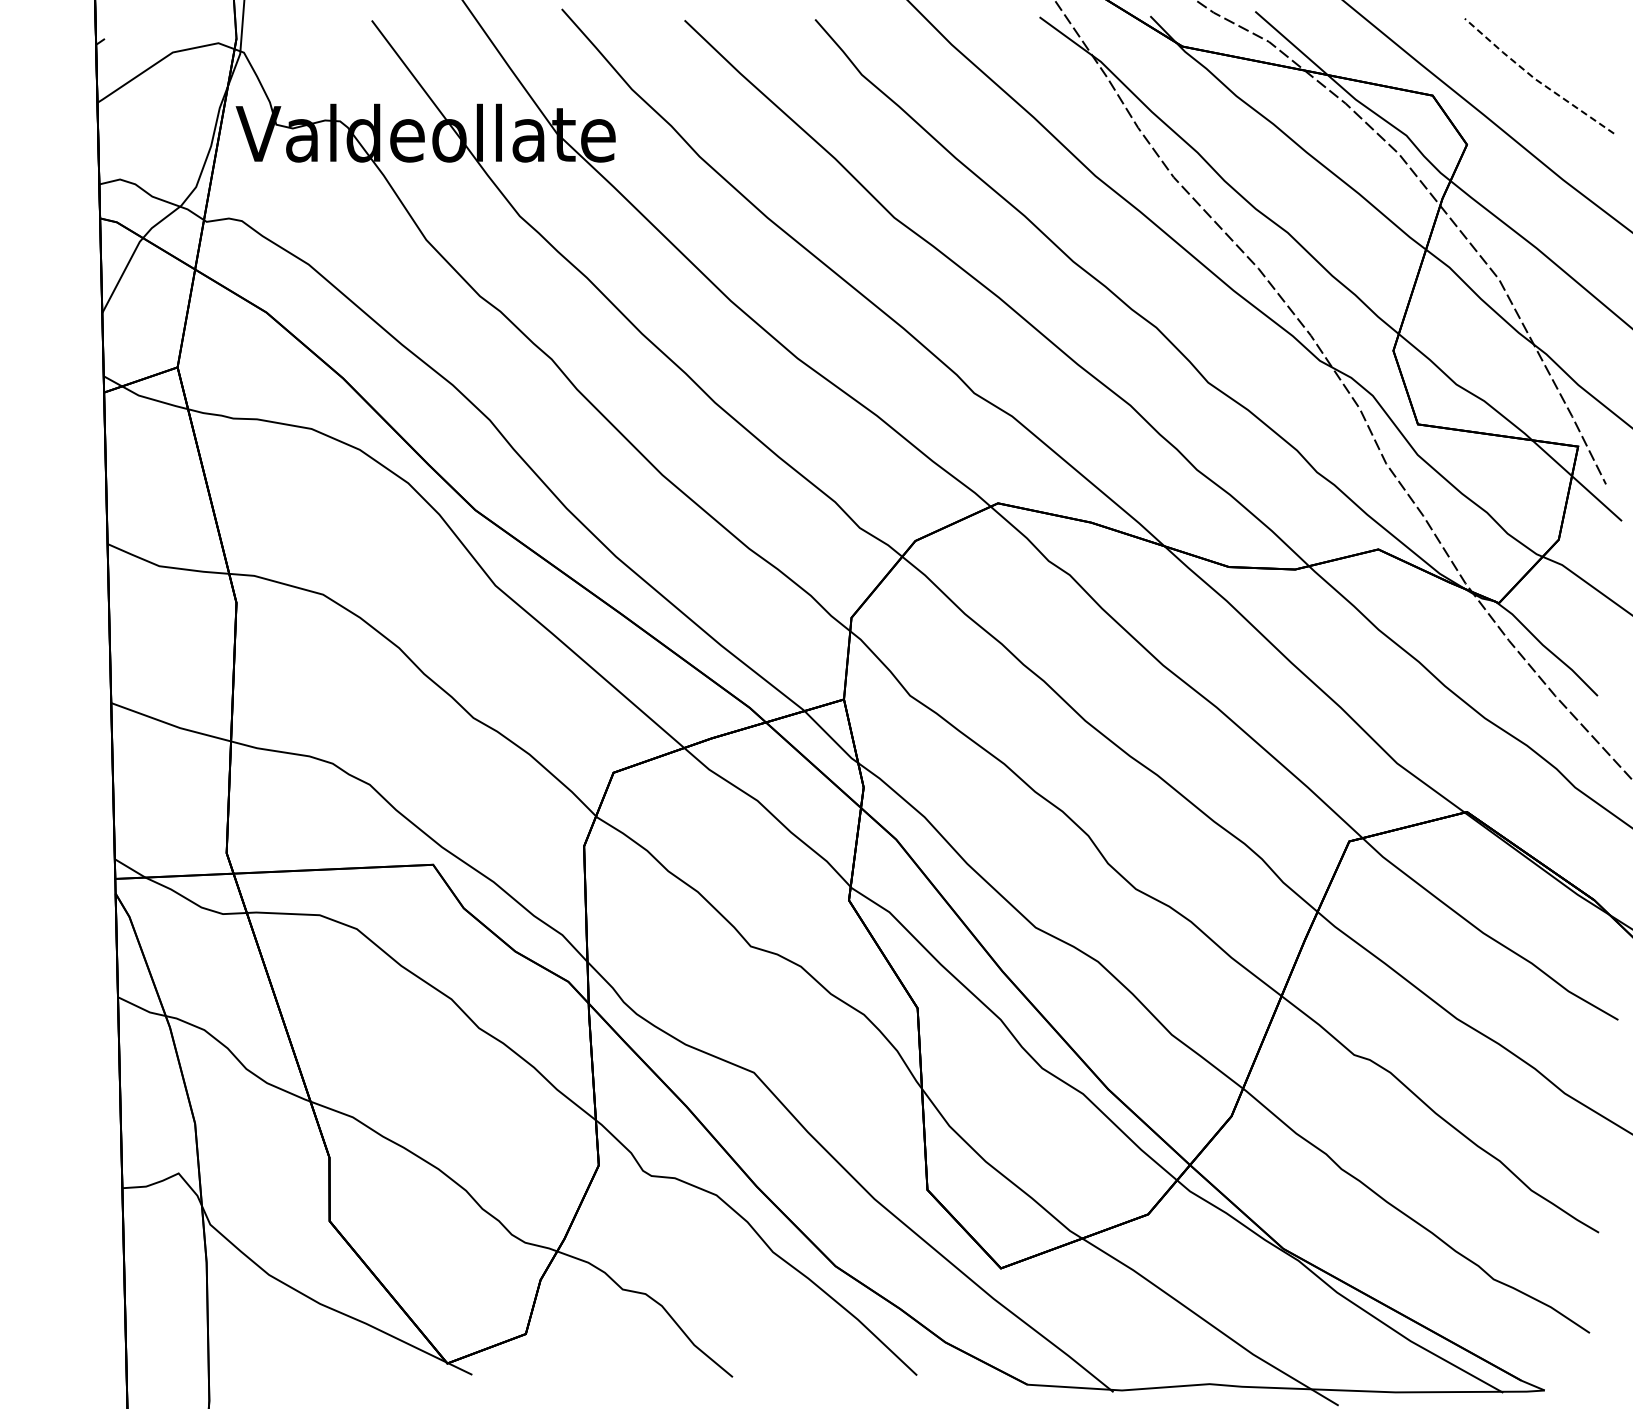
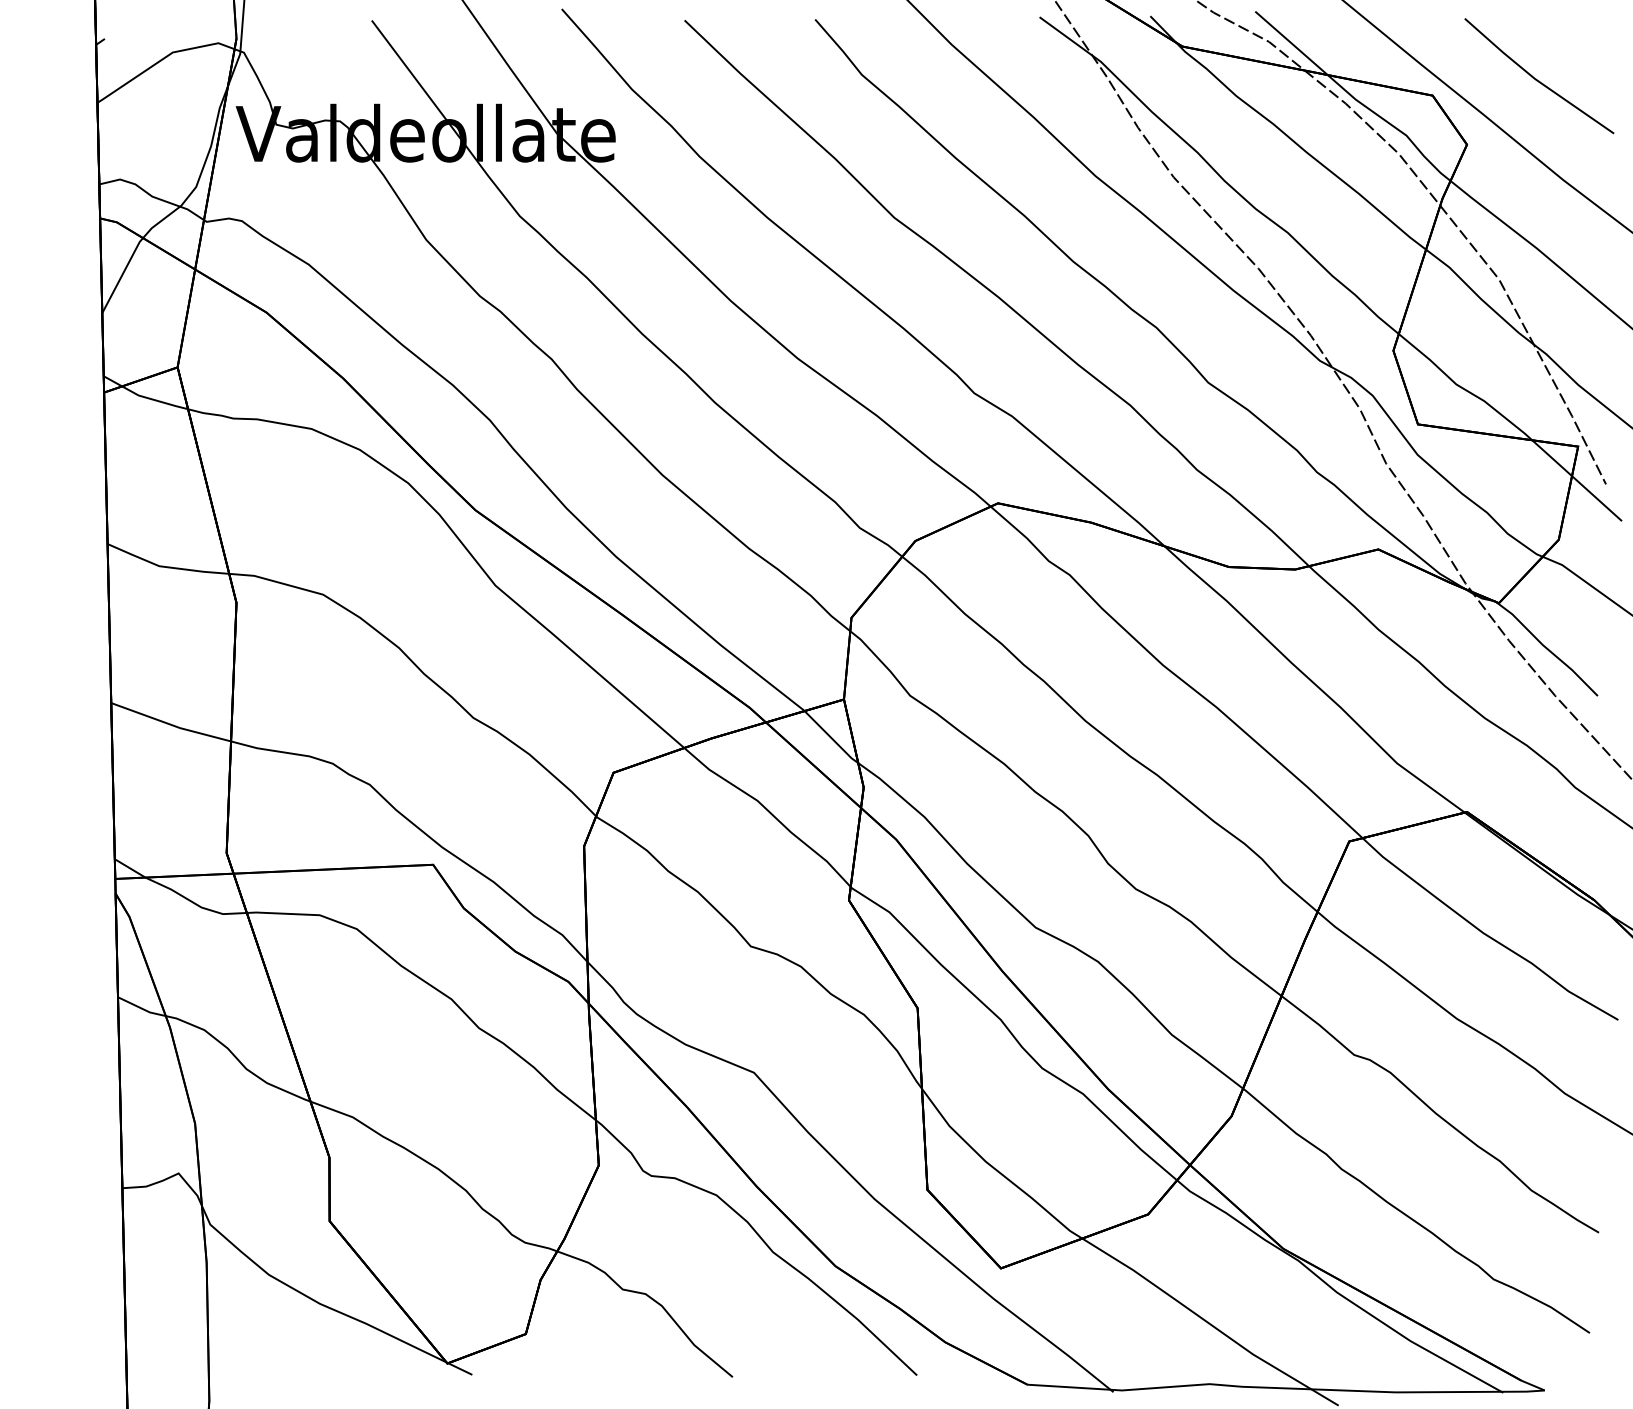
line at (1535, 79): dashed -> solid
